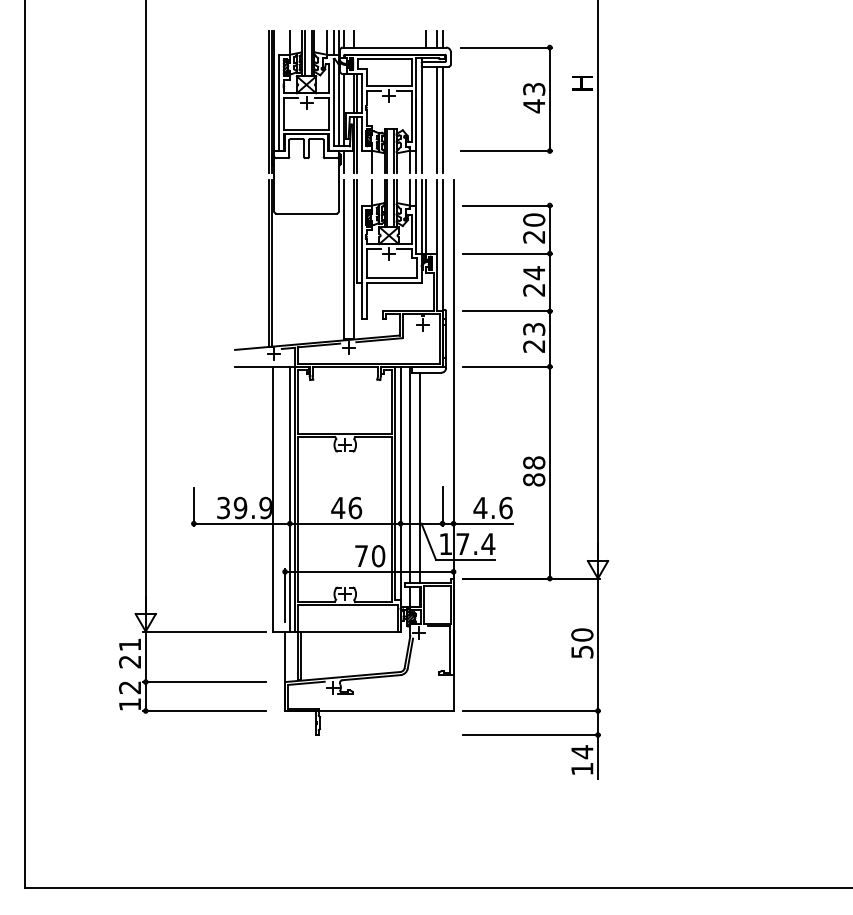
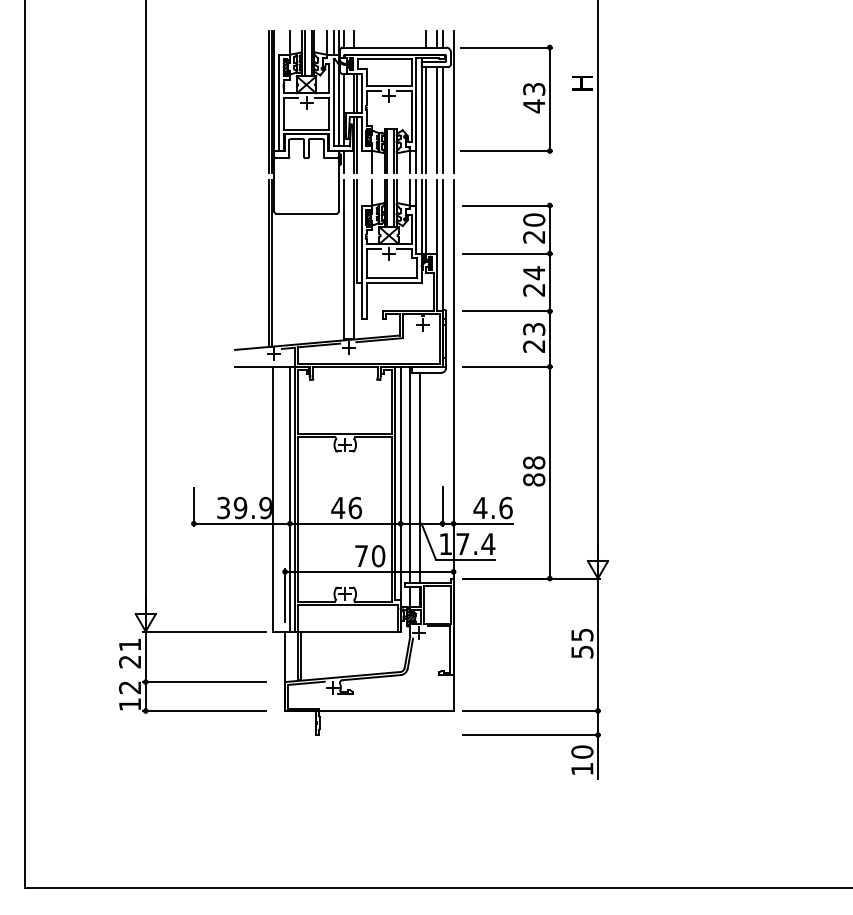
line at (453, 102): none -> present
line at (426, 119): none -> present
text at (582, 634): 50 -> 55
text at (582, 752): 14 -> 10
